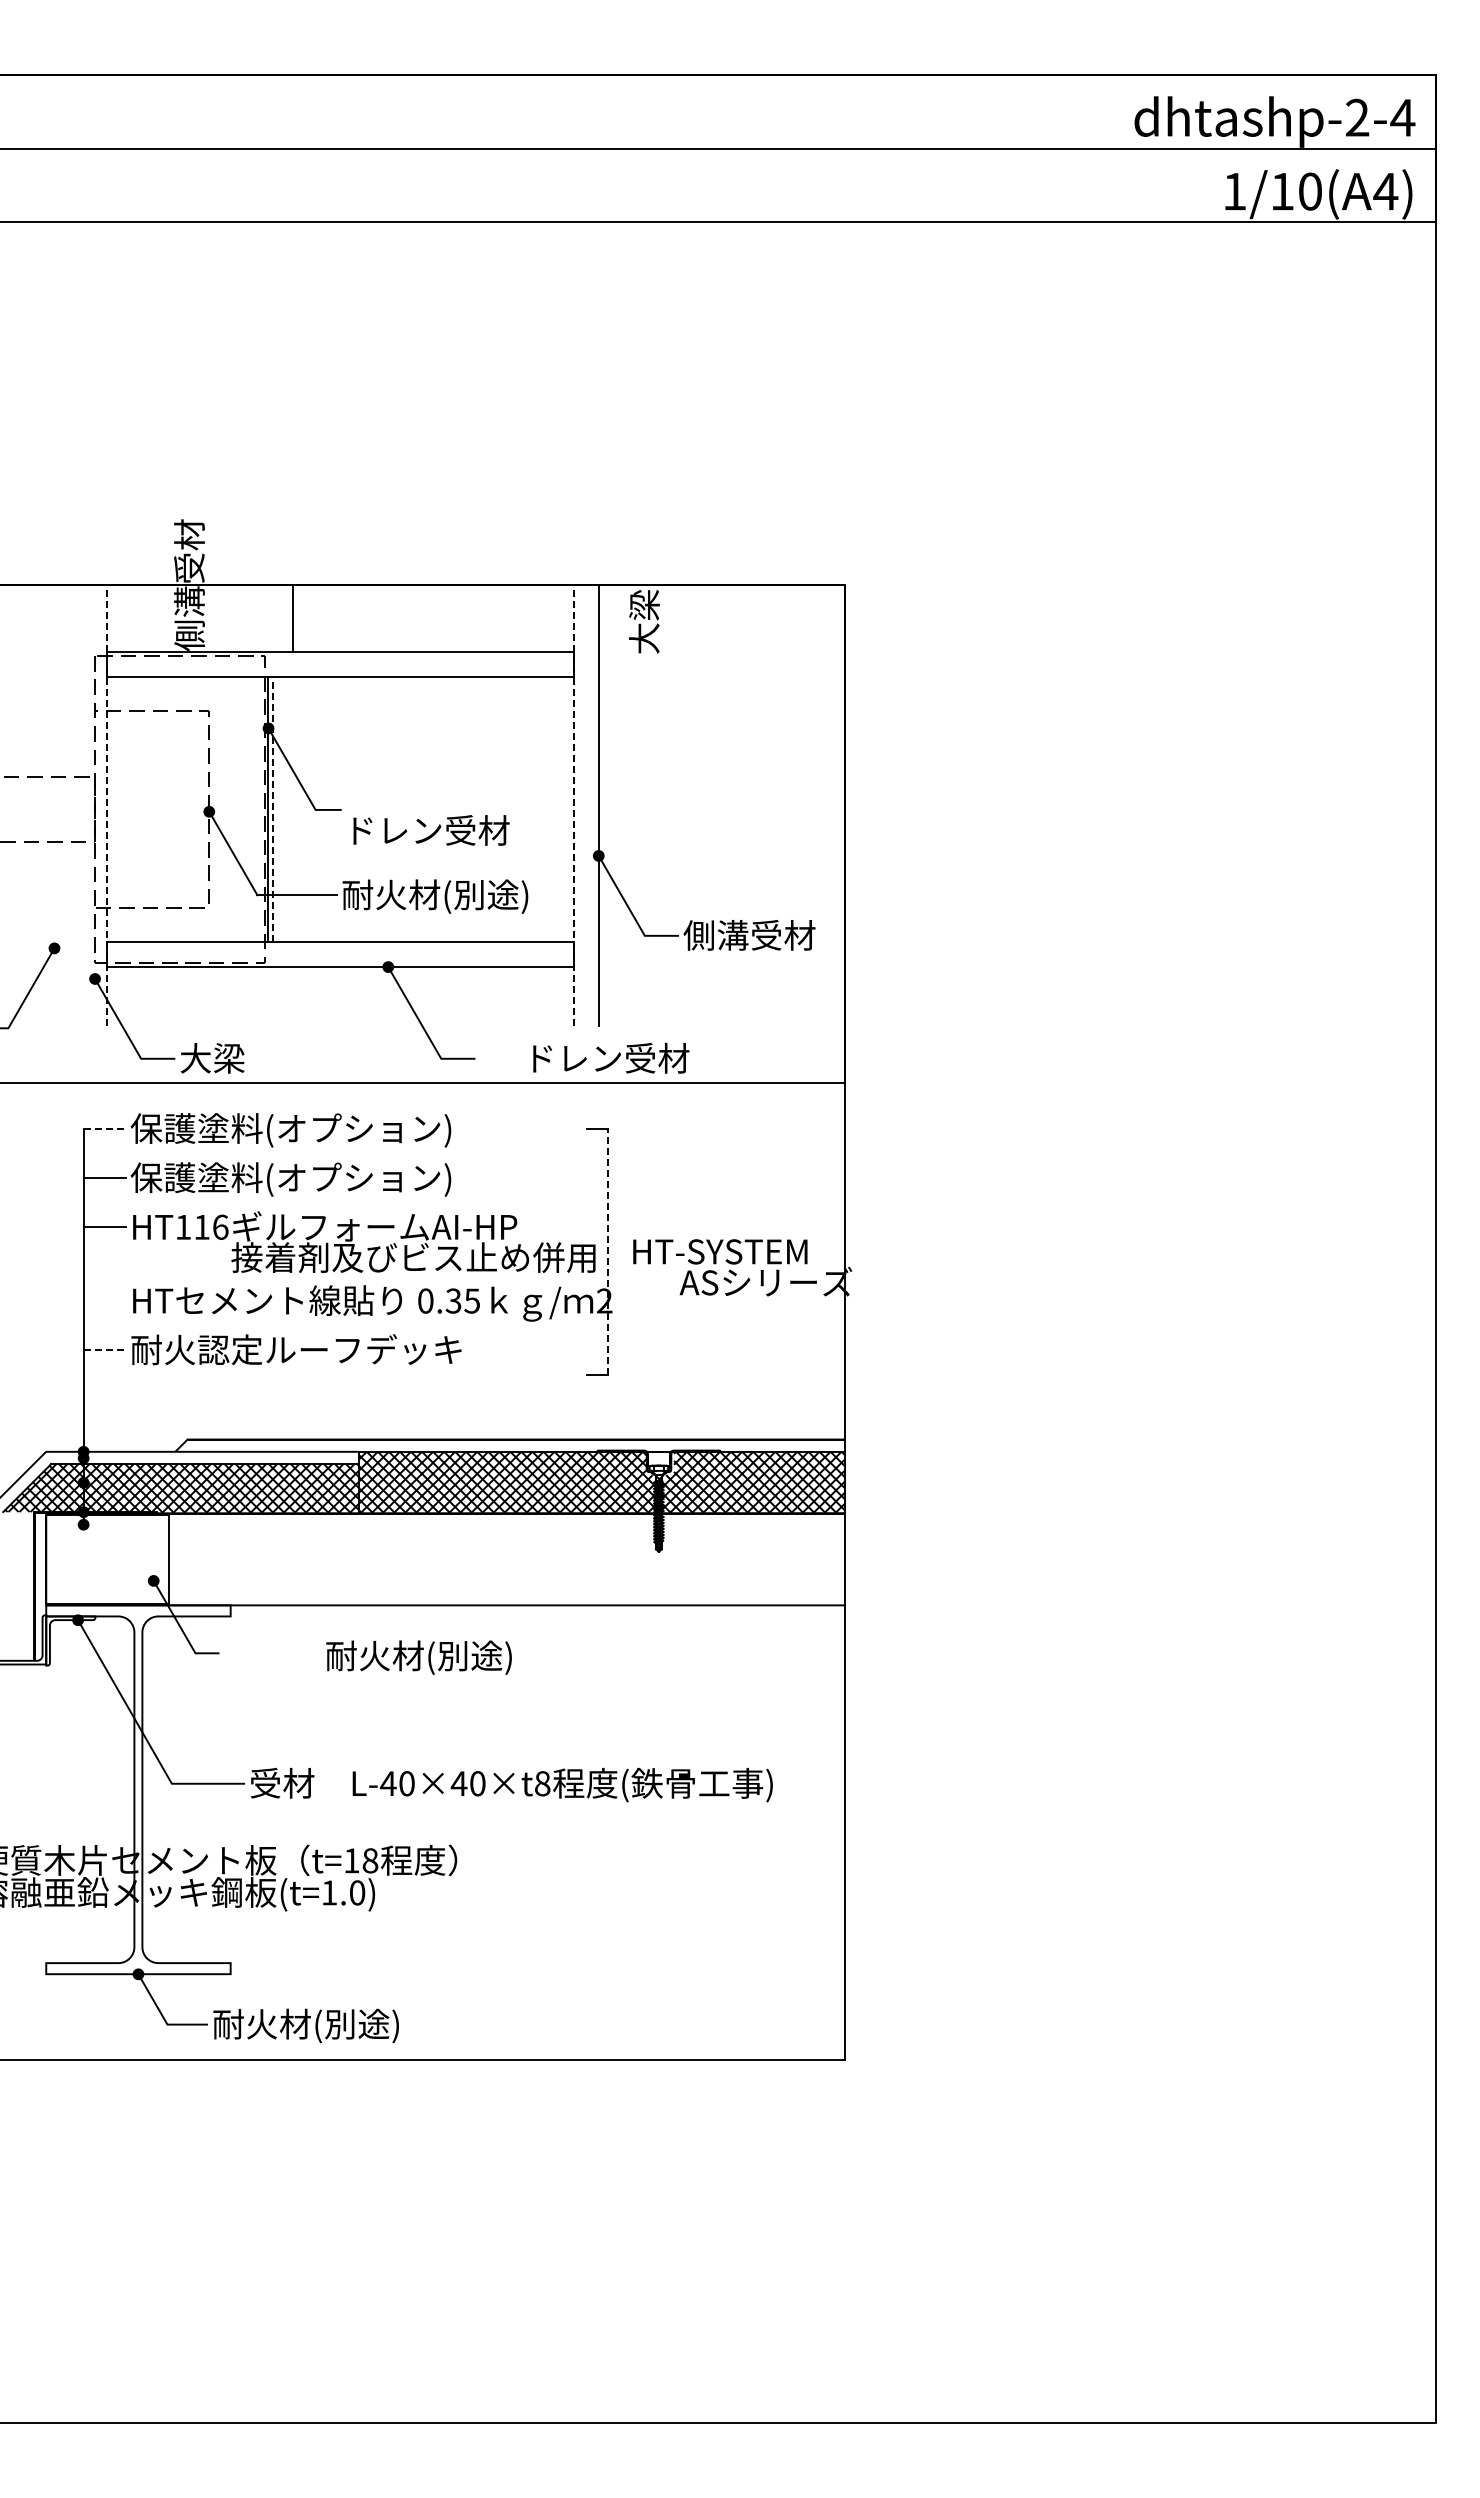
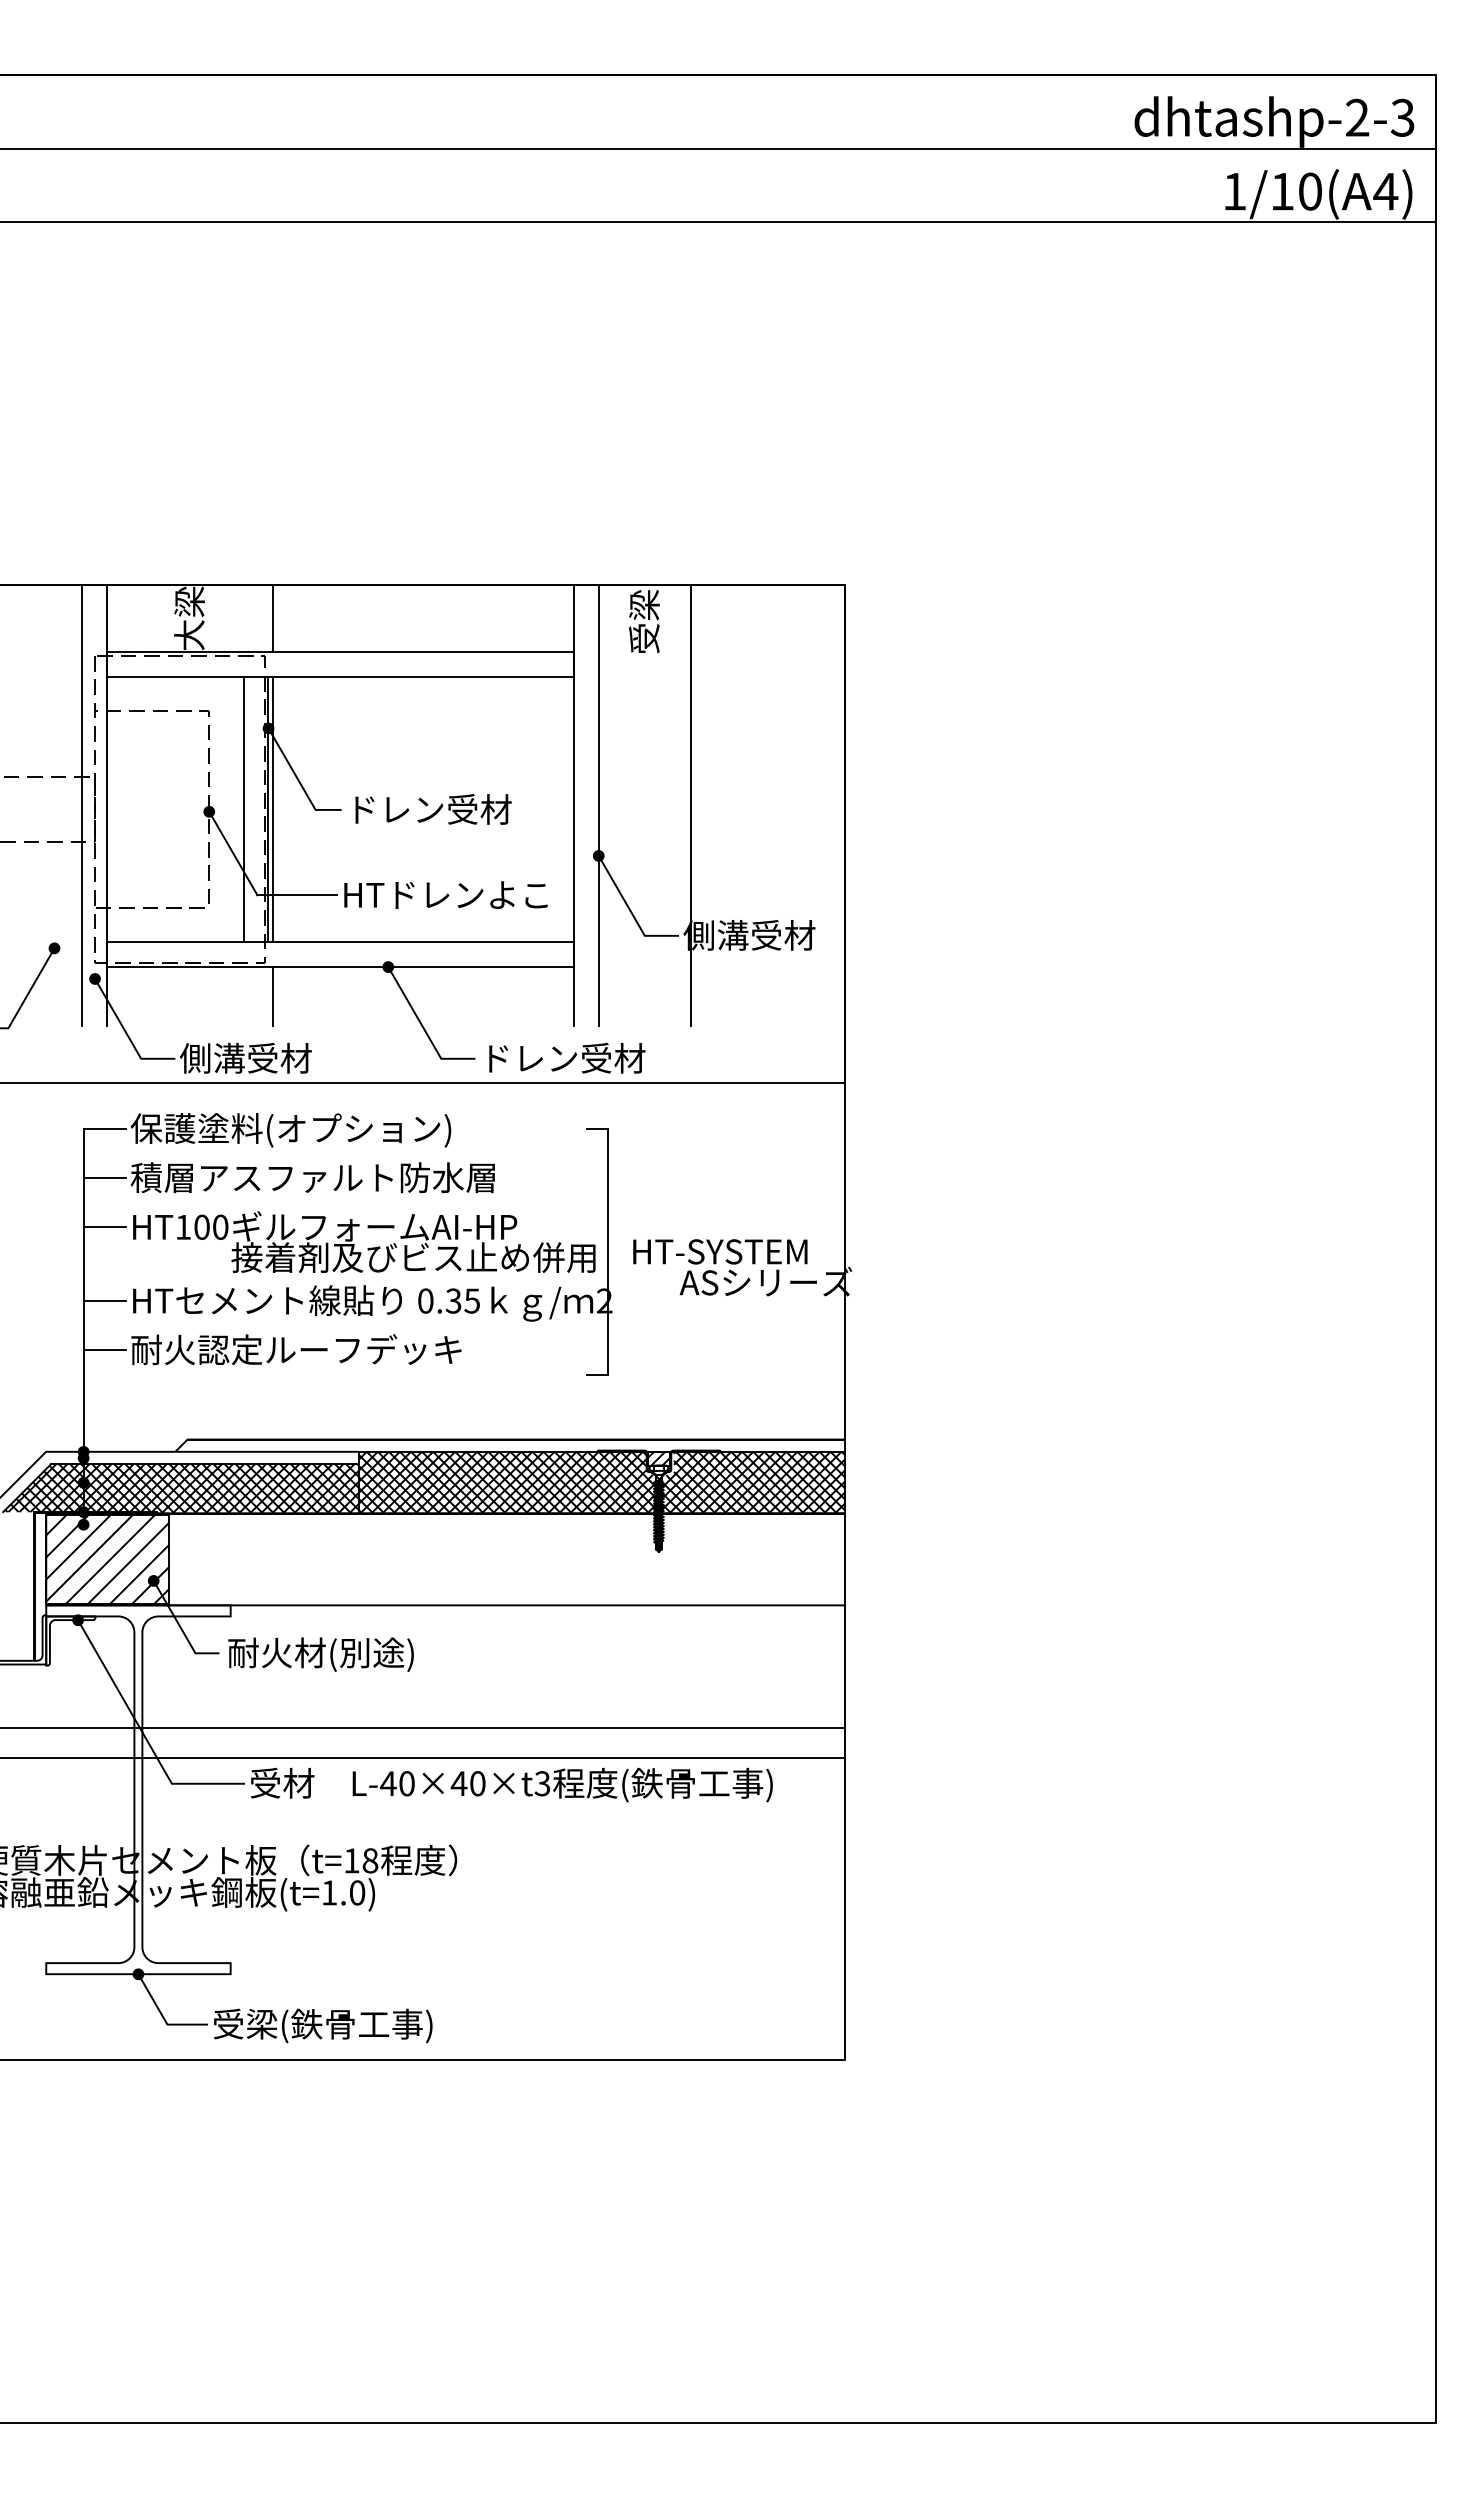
text at (1402, 117): dhtashp-2-4 -> dhtashp-2-3
text at (189, 584): 側溝受材 -> 大梁
line at (292, 618) position: (292, 618) -> (272, 618)
text at (644, 638): 大梁 -> 受梁
line at (82, 805): none -> present
line at (106, 805): dashed -> solid
line at (574, 805): dashed -> solid
line at (690, 805): none -> present
line at (243, 809): none -> present
line at (272, 809): dashed -> solid
text at (431, 830) position: (431, 830) -> (433, 809)
text at (444, 896): 耐火材(別途) -> HTドレンよこ
line at (272, 996): none -> present
text at (245, 1057): 大梁 -> 側溝受材
text at (611, 1058) position: (611, 1058) -> (567, 1058)
line at (105, 1128): dashed -> solid
text at (312, 1179): 保護塗料(オプション) -> 積層アスファルト防水層
text at (211, 1226): HT116 -> HT100
line at (607, 1251): dashed -> solid
line at (104, 1301): none -> present
line at (105, 1350): dashed -> solid
hatch at (658, 1458): none -> present
hatch at (107, 1559): none -> present
text at (418, 1657) position: (418, 1657) -> (320, 1654)
line at (423, 1728): none -> present
line at (423, 1757): none -> present
text at (542, 1783): L-40×40×t8 -> L-40×40×t3
text at (322, 2025): 耐火材(別途) -> 受梁(鉄骨工事)
